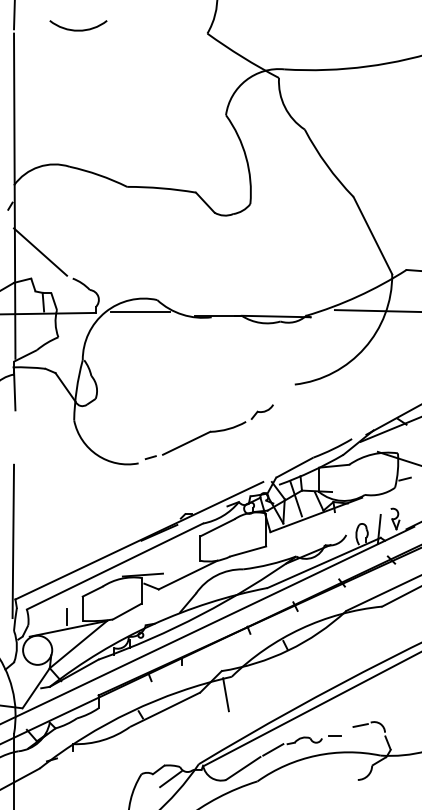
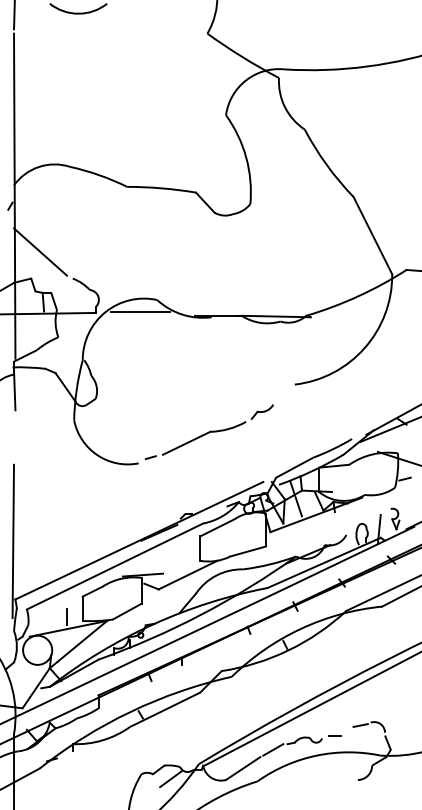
arc at (78, 29) position: (78, 29) -> (78, 12)
line at (376, 310): present -> none
line at (225, 694): present -> none
